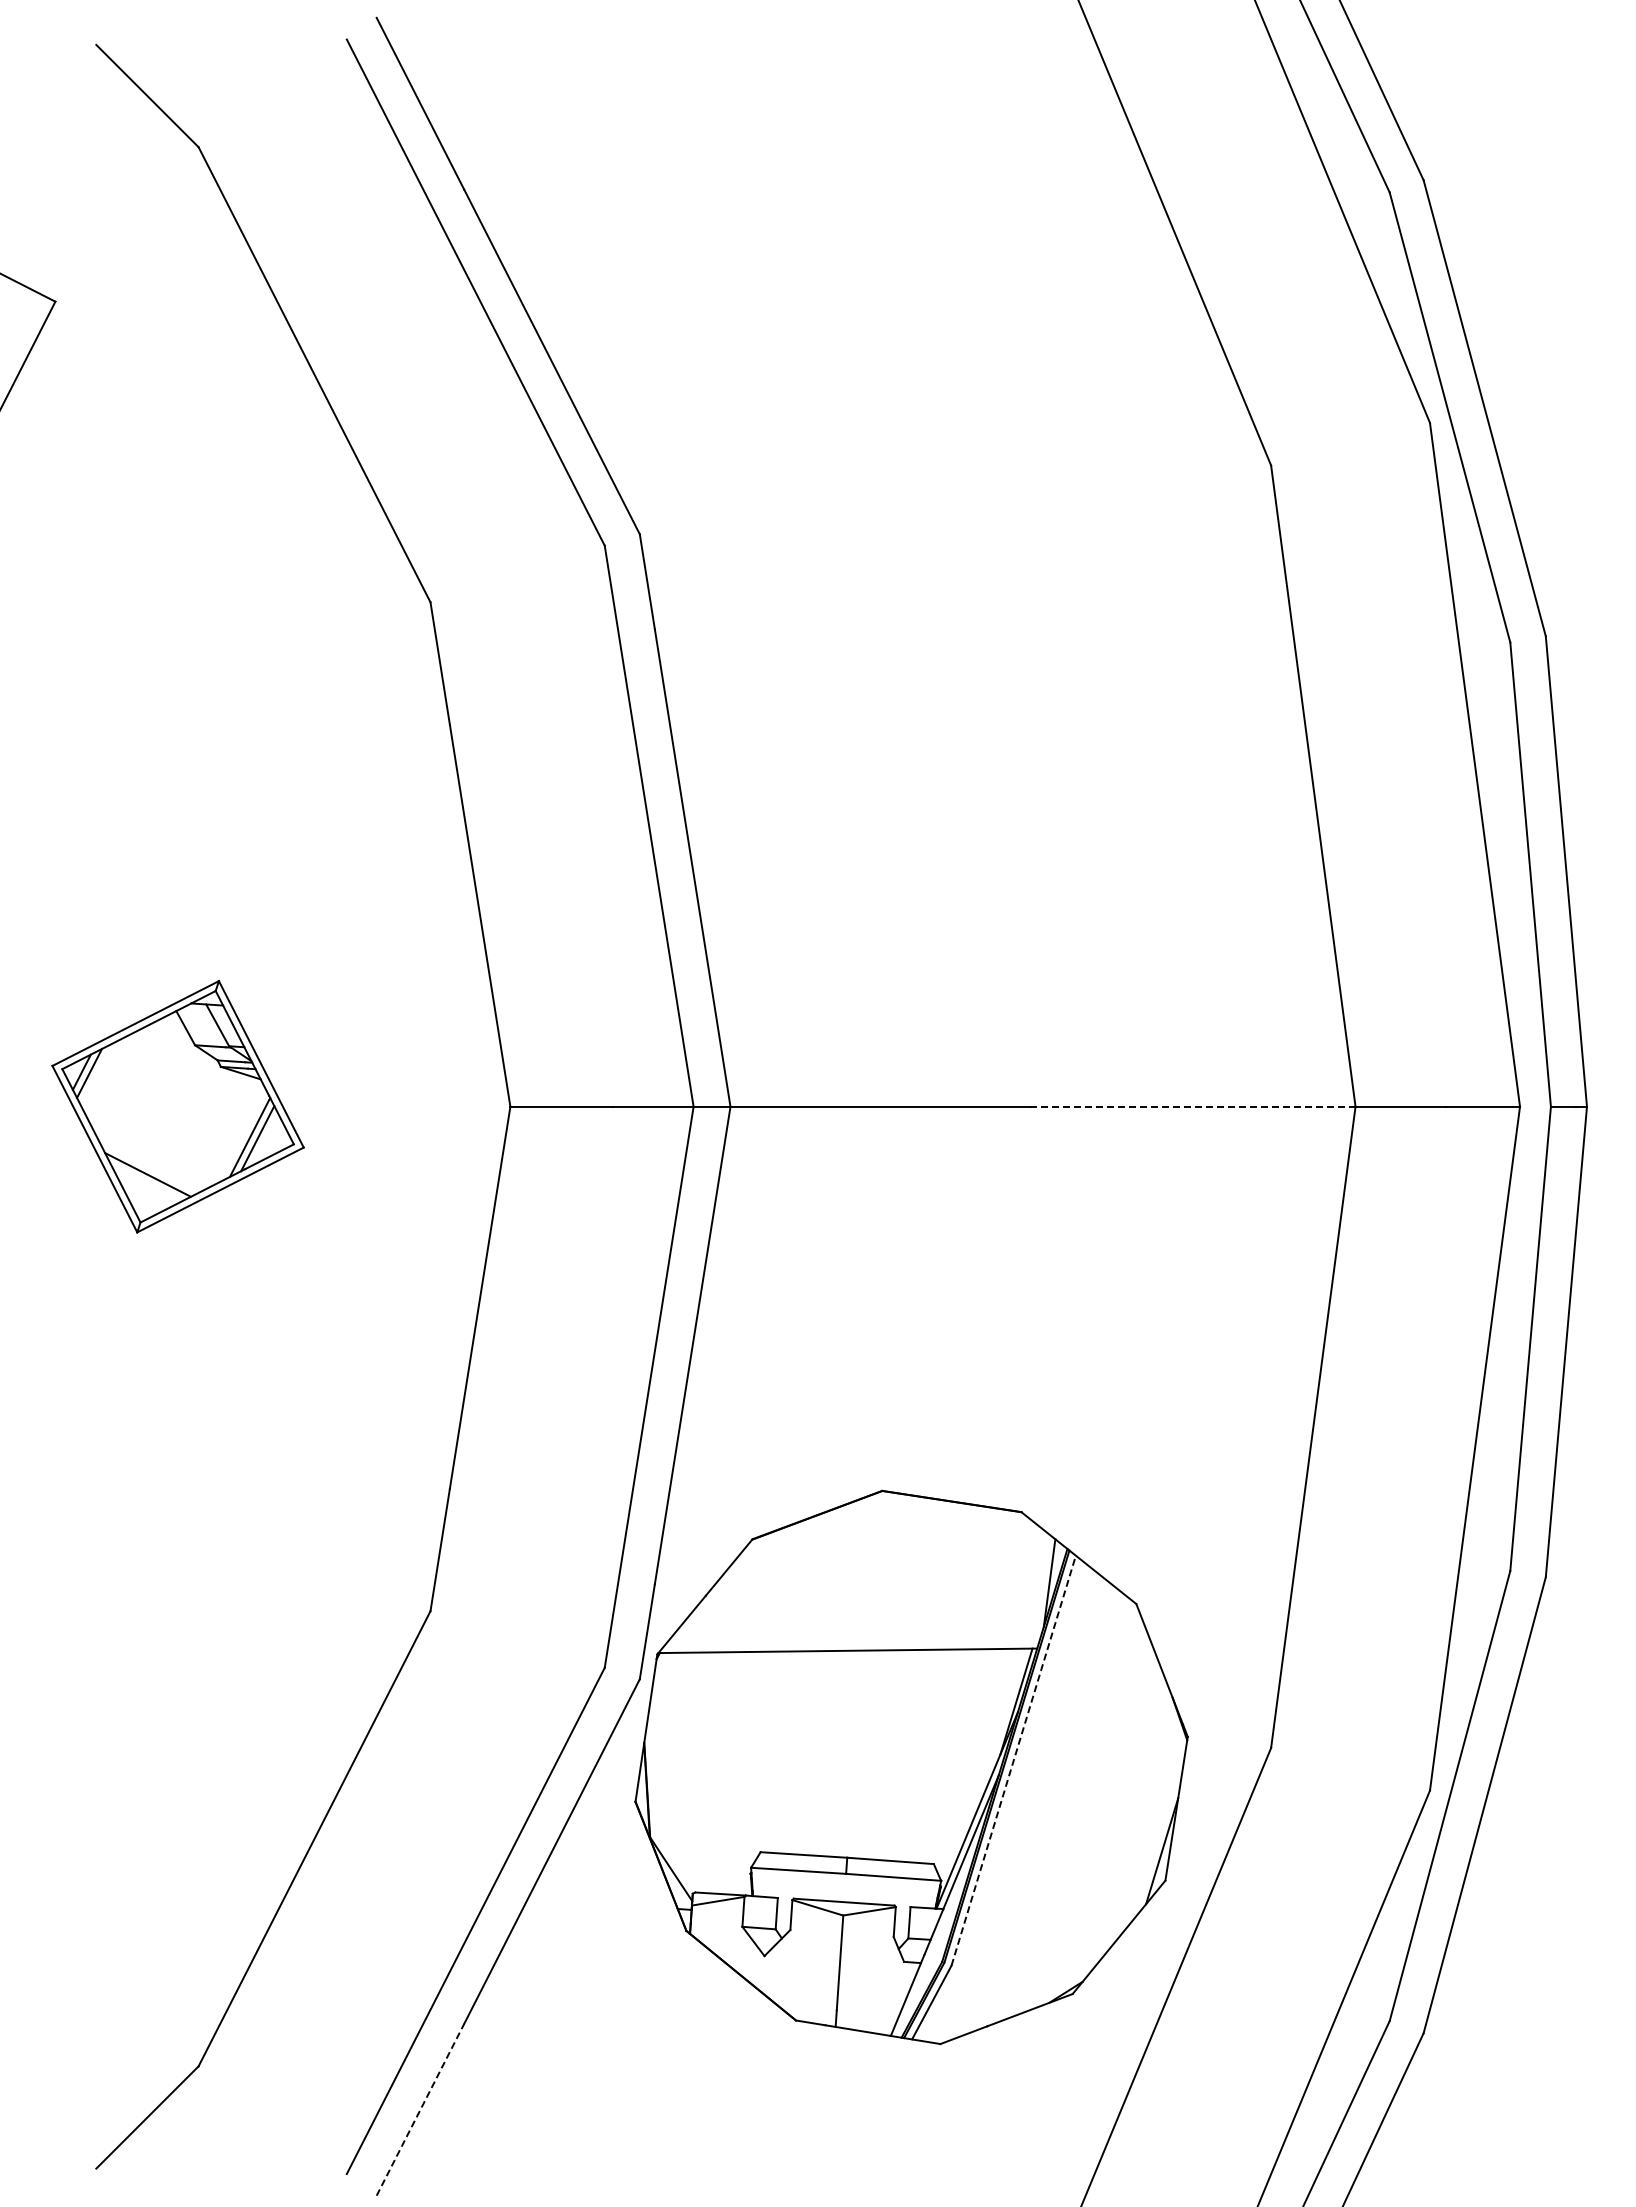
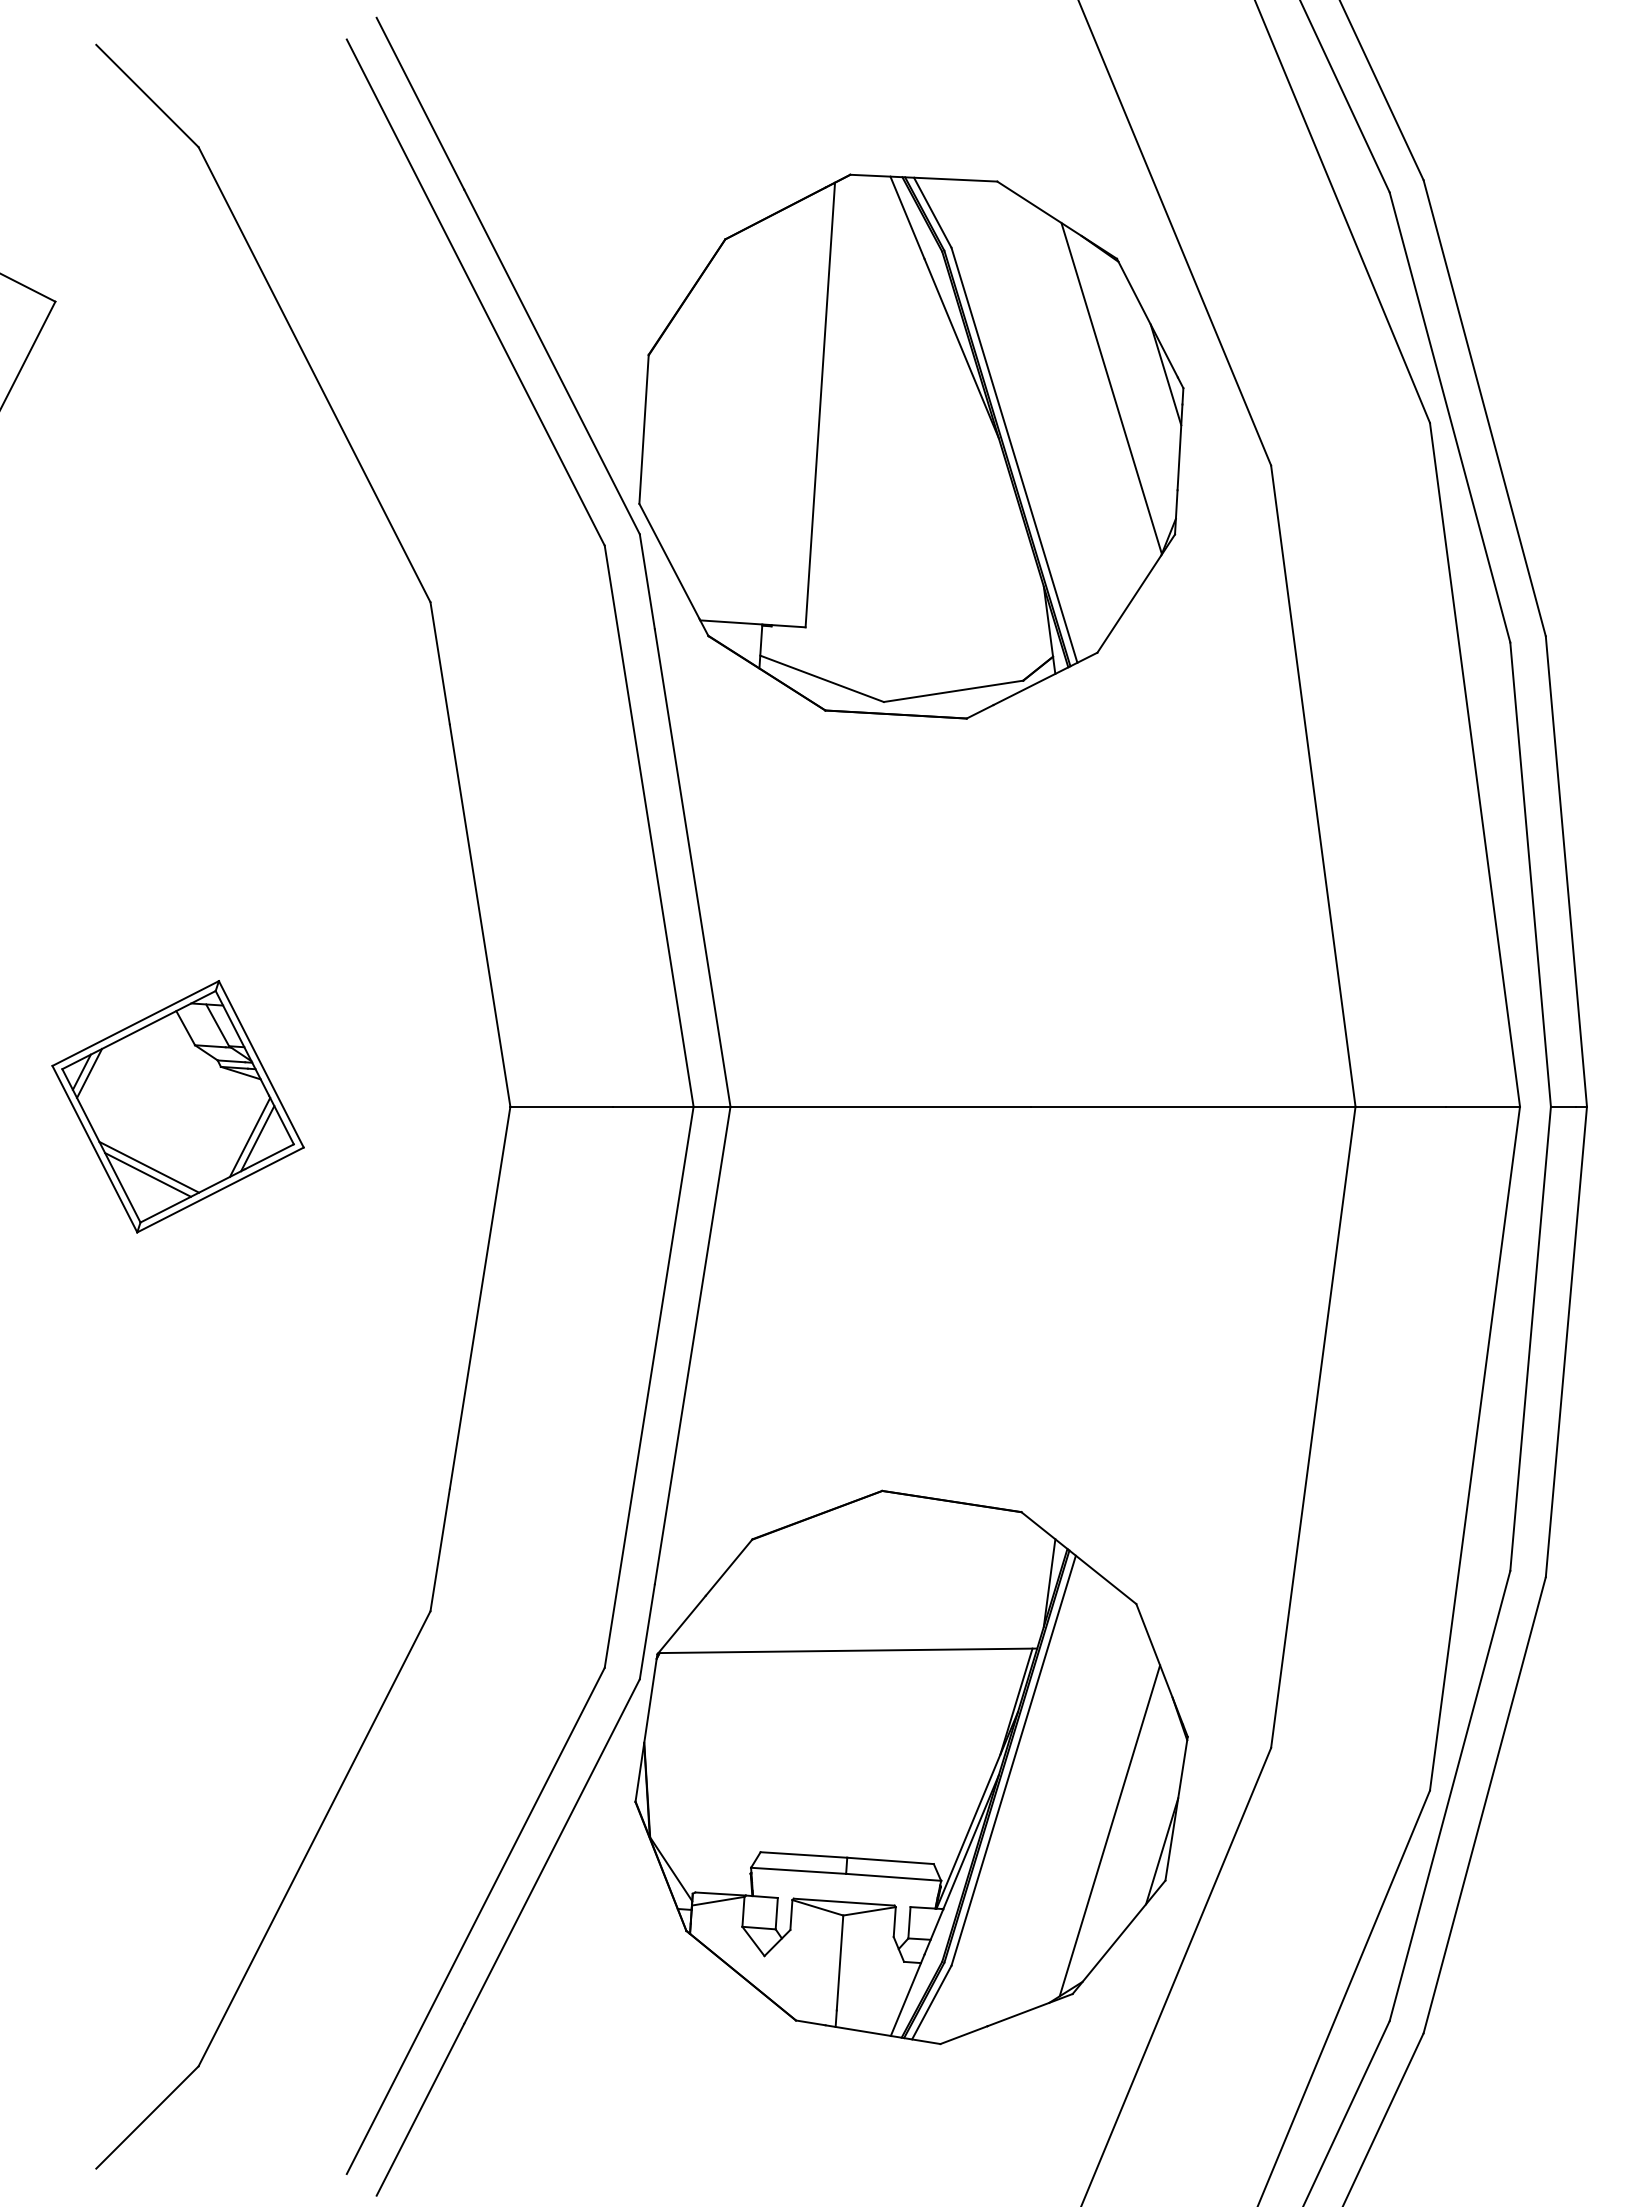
part at (911, 446): none -> present
line at (1192, 1106): dashed -> solid
line at (149, 1166): none -> present
line at (1013, 1760): dashed -> solid
line at (1109, 1830): none -> present
line at (420, 2109): dashed -> solid
